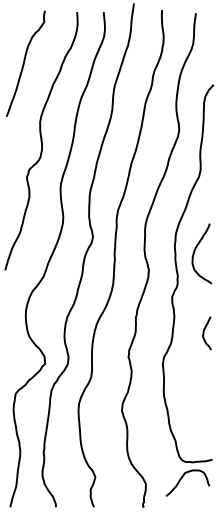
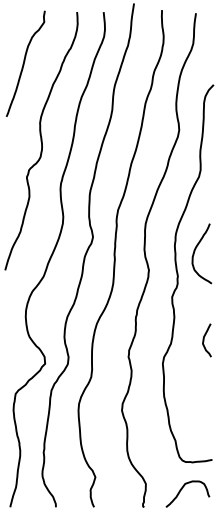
curve at (204, 333) position: (204, 333) -> (204, 340)
curve at (182, 478) position: (182, 478) -> (182, 489)
